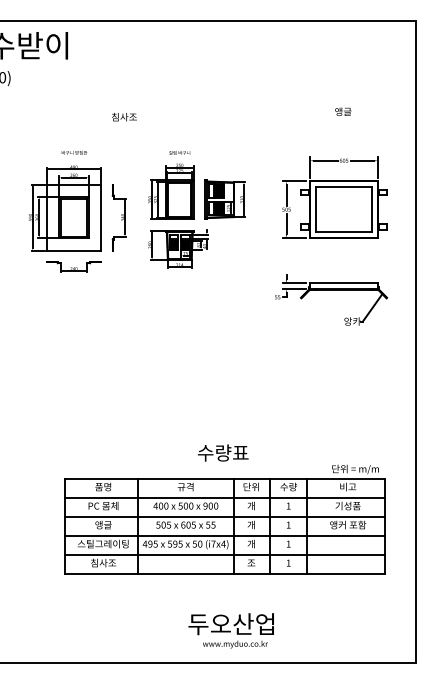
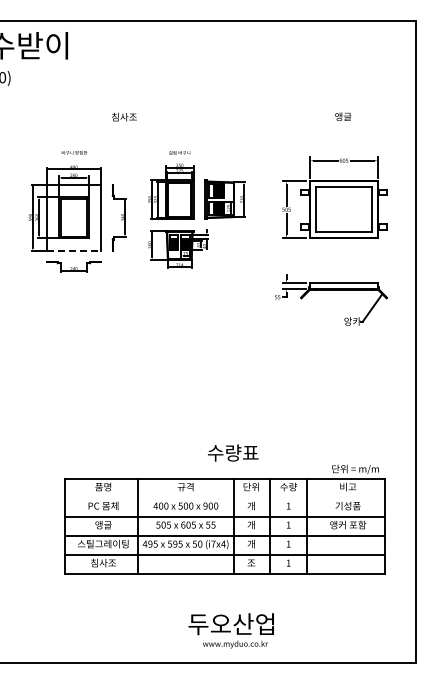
text at (343, 111) position: (343, 111) -> (343, 116)
line at (74, 250): solid -> dashed
text at (223, 452) position: (223, 452) -> (233, 452)
line at (224, 497): present -> none
